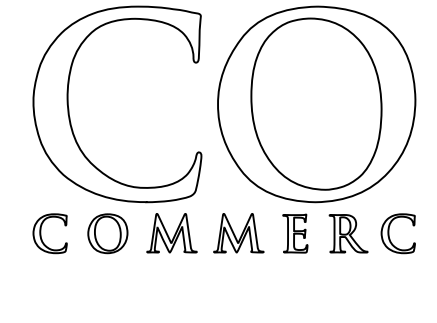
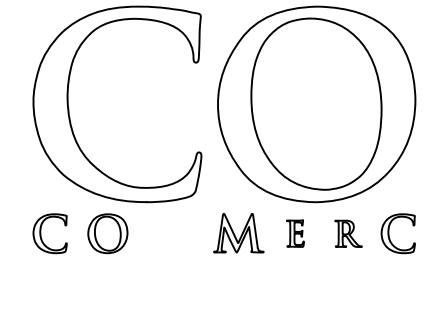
part at (171, 233): present -> none
part at (295, 233) size: 27x41 px -> 19x29 px
part at (348, 233) size: 41x40 px -> 29x29 px
